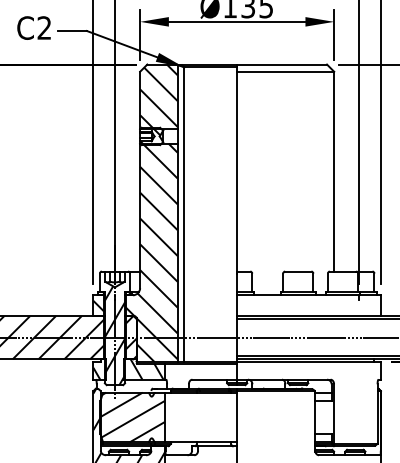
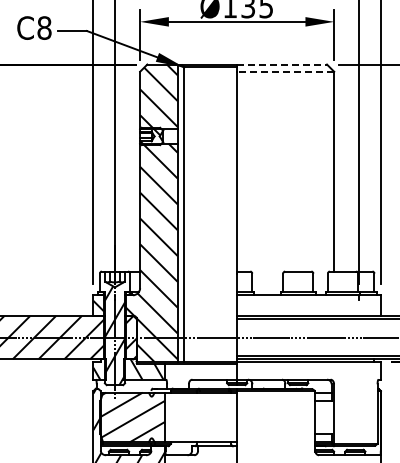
text at (44, 27): C2 -> C8
line at (282, 64): solid -> dashed
line at (285, 71): solid -> dashed
